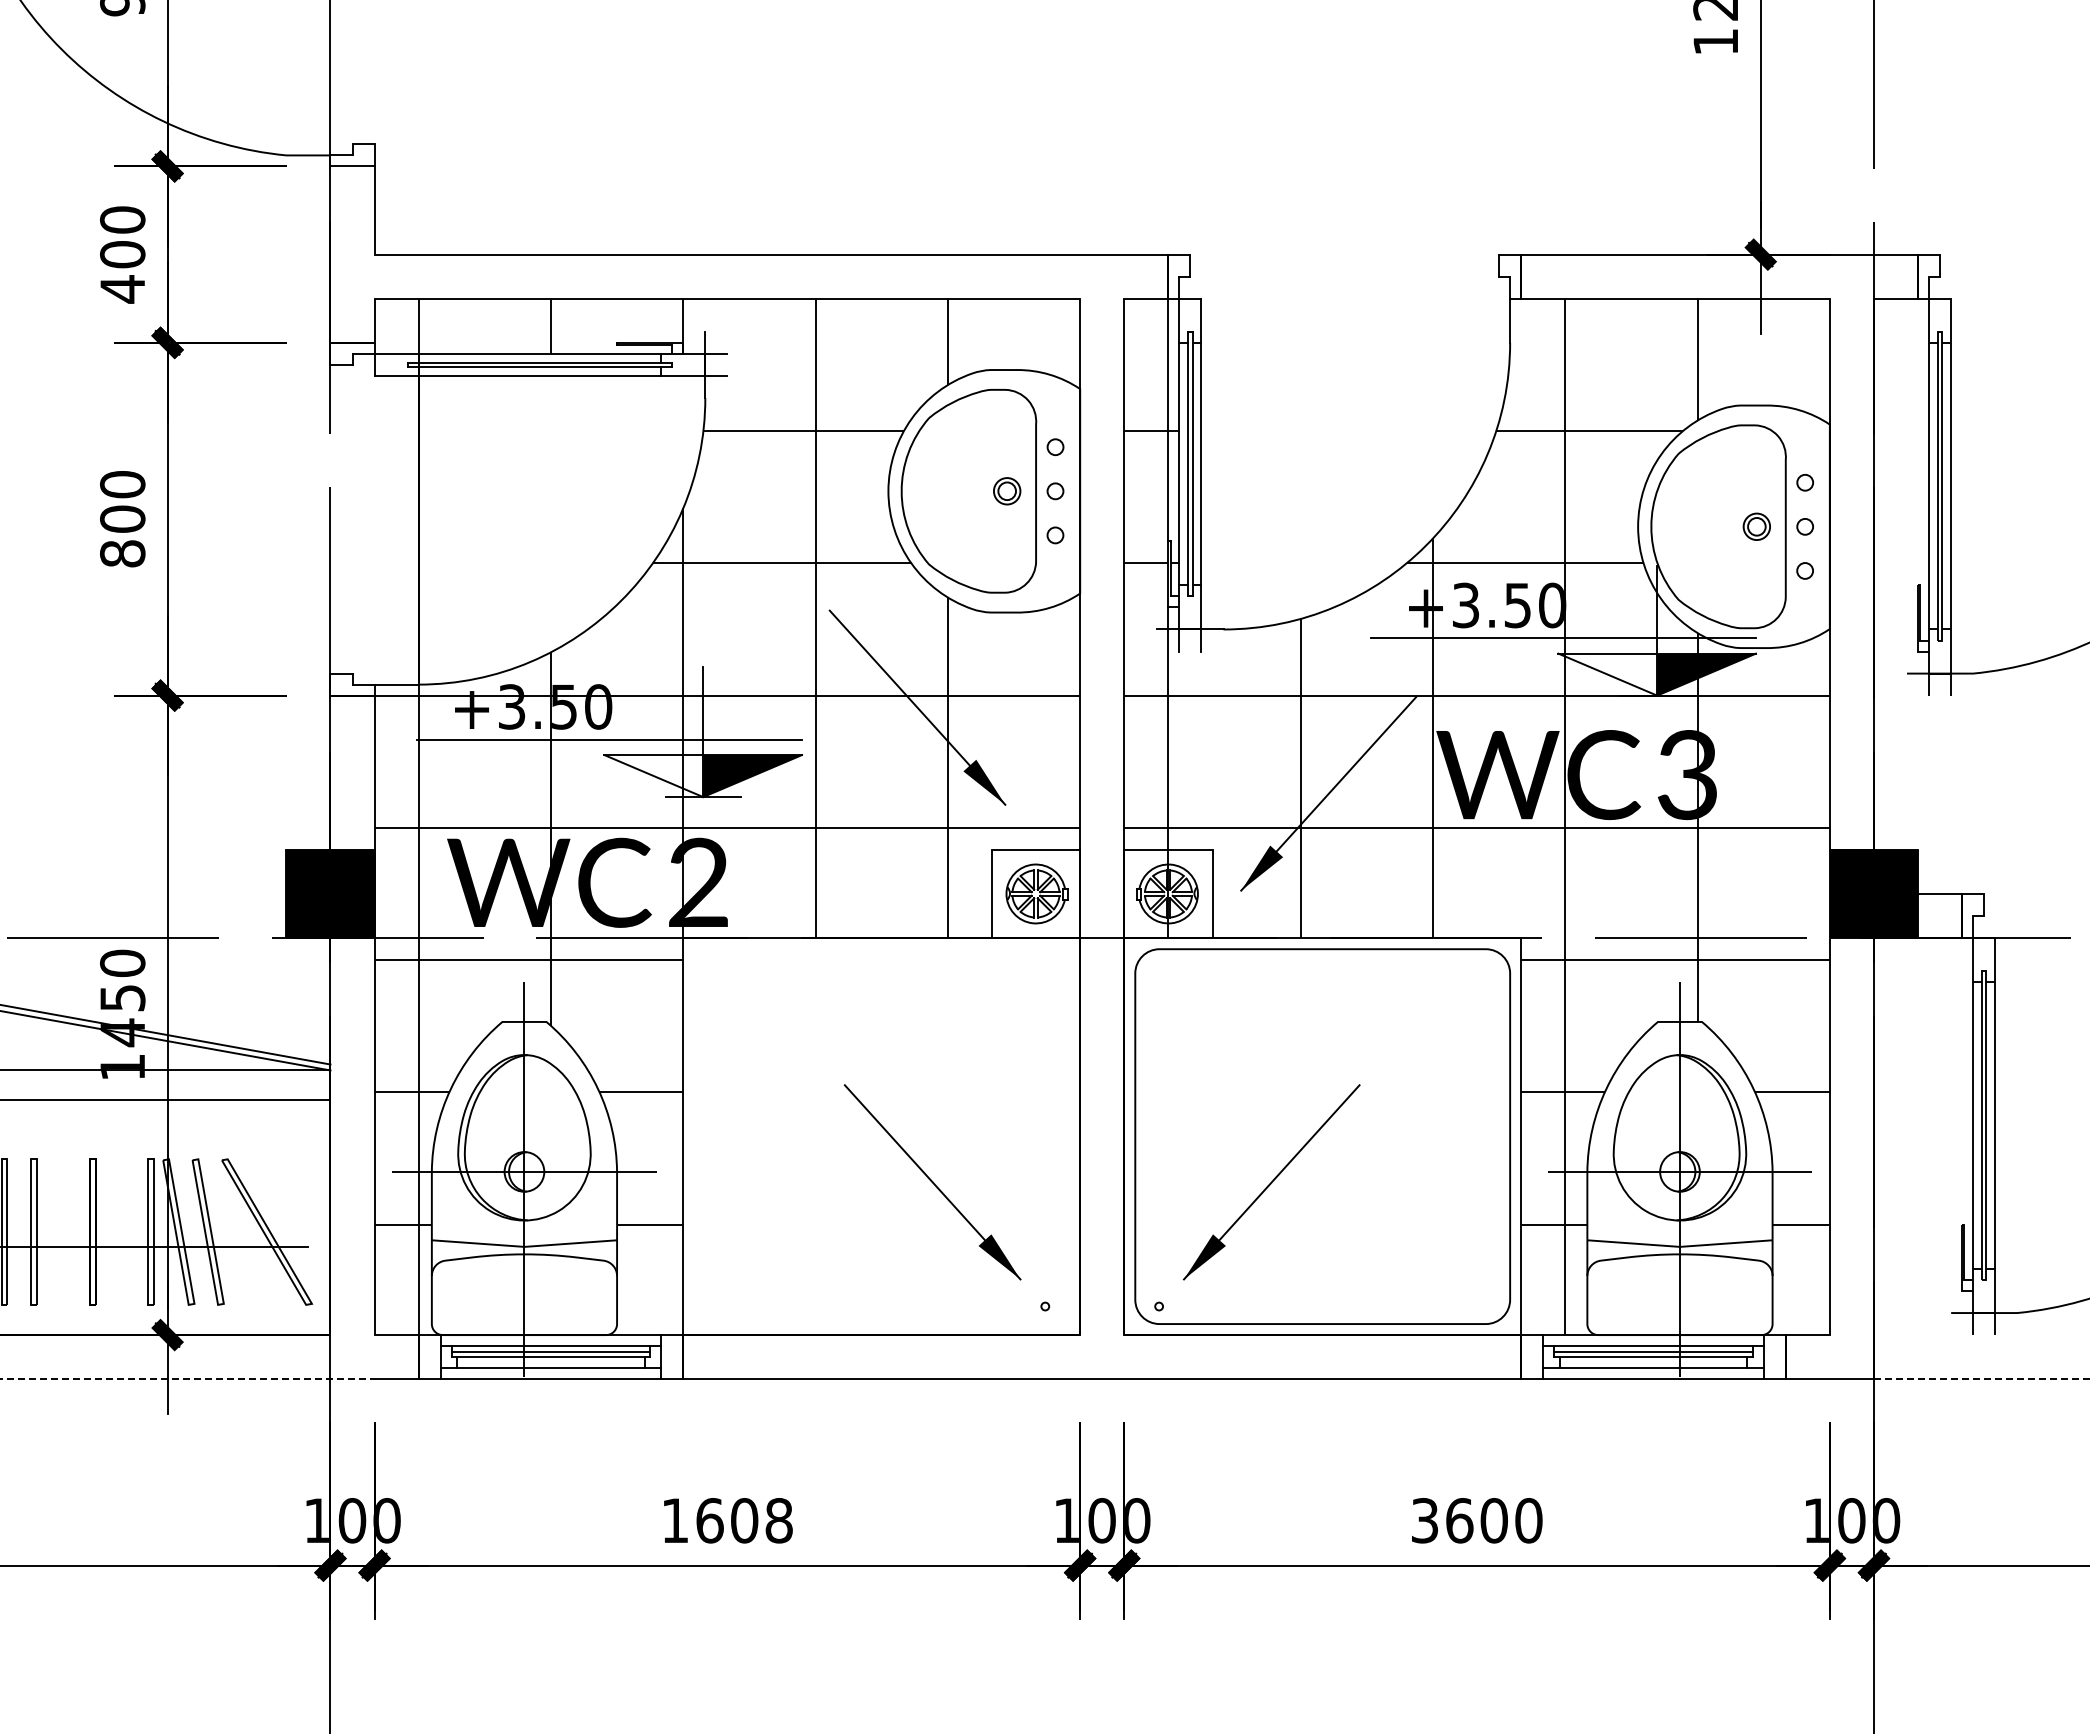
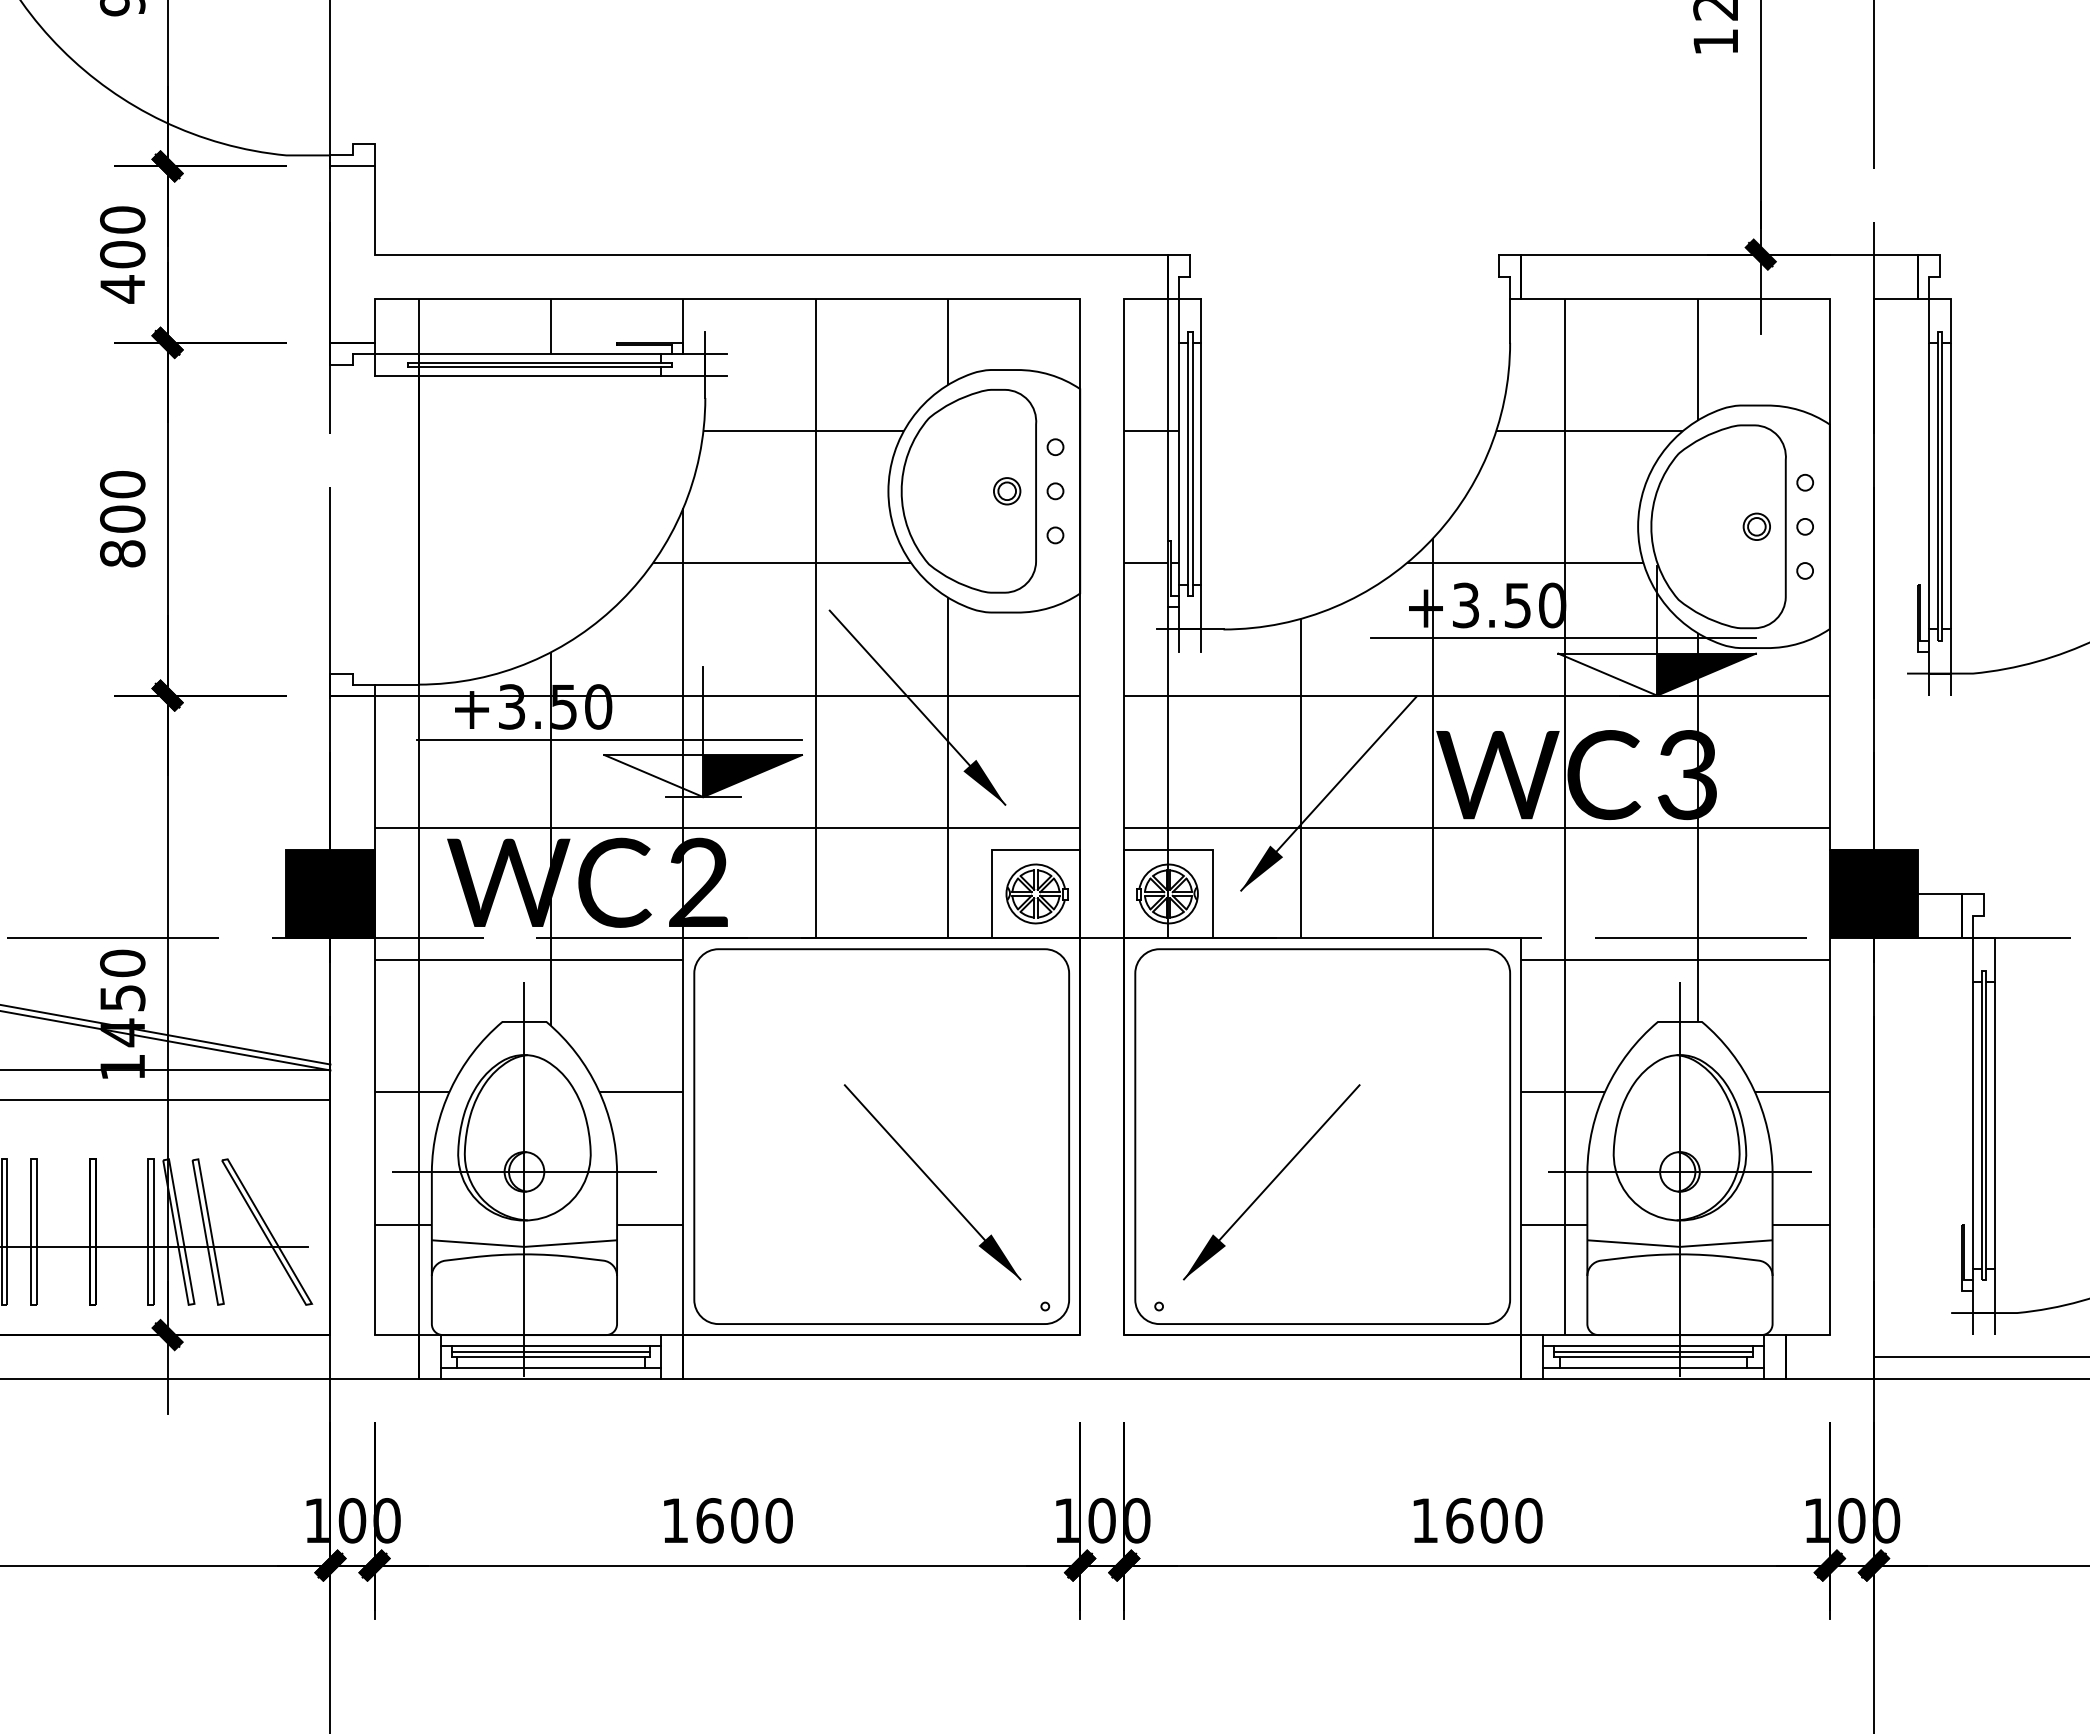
part at (881, 1136): none -> present
line at (1979, 1357): none -> present
line at (187, 1379): dashed -> solid
line at (1981, 1379): dashed -> solid
text at (778, 1520): 1608 -> 1600
text at (1424, 1520): 3600 -> 1600
